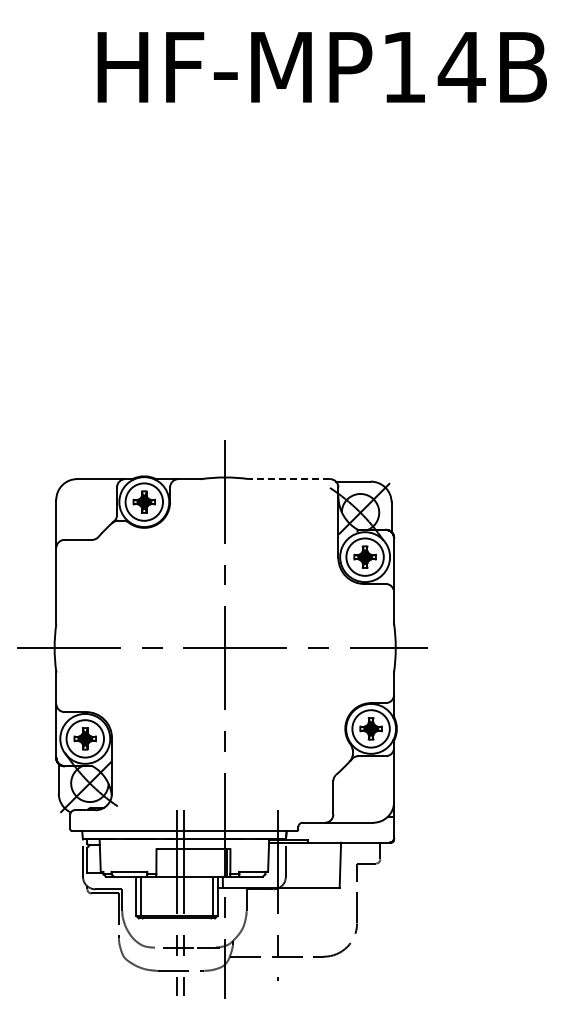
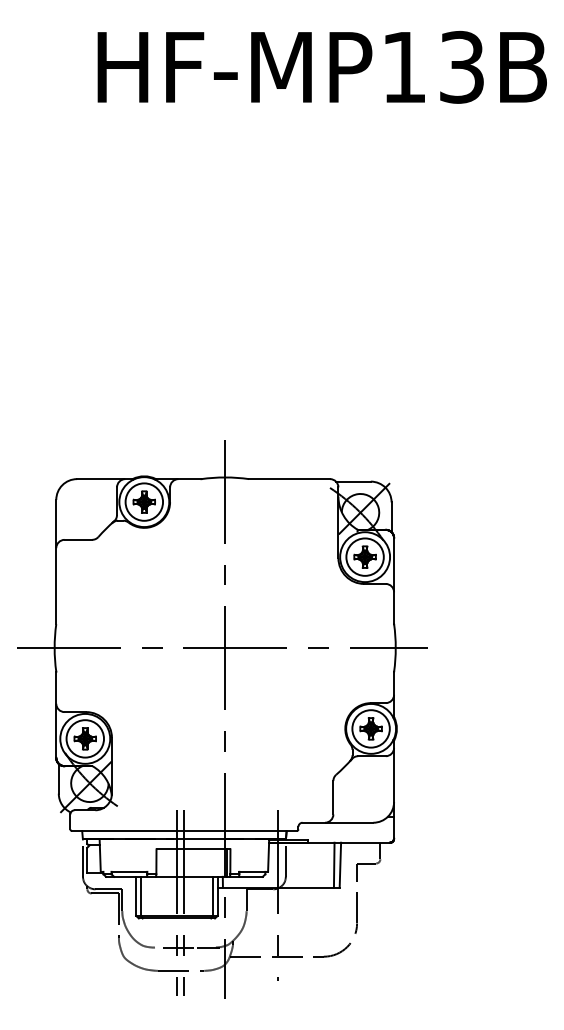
text at (461, 66): HF-MP14B -> HF-MP13B
line at (289, 479): dashed -> solid
line at (333, 864): none -> present
